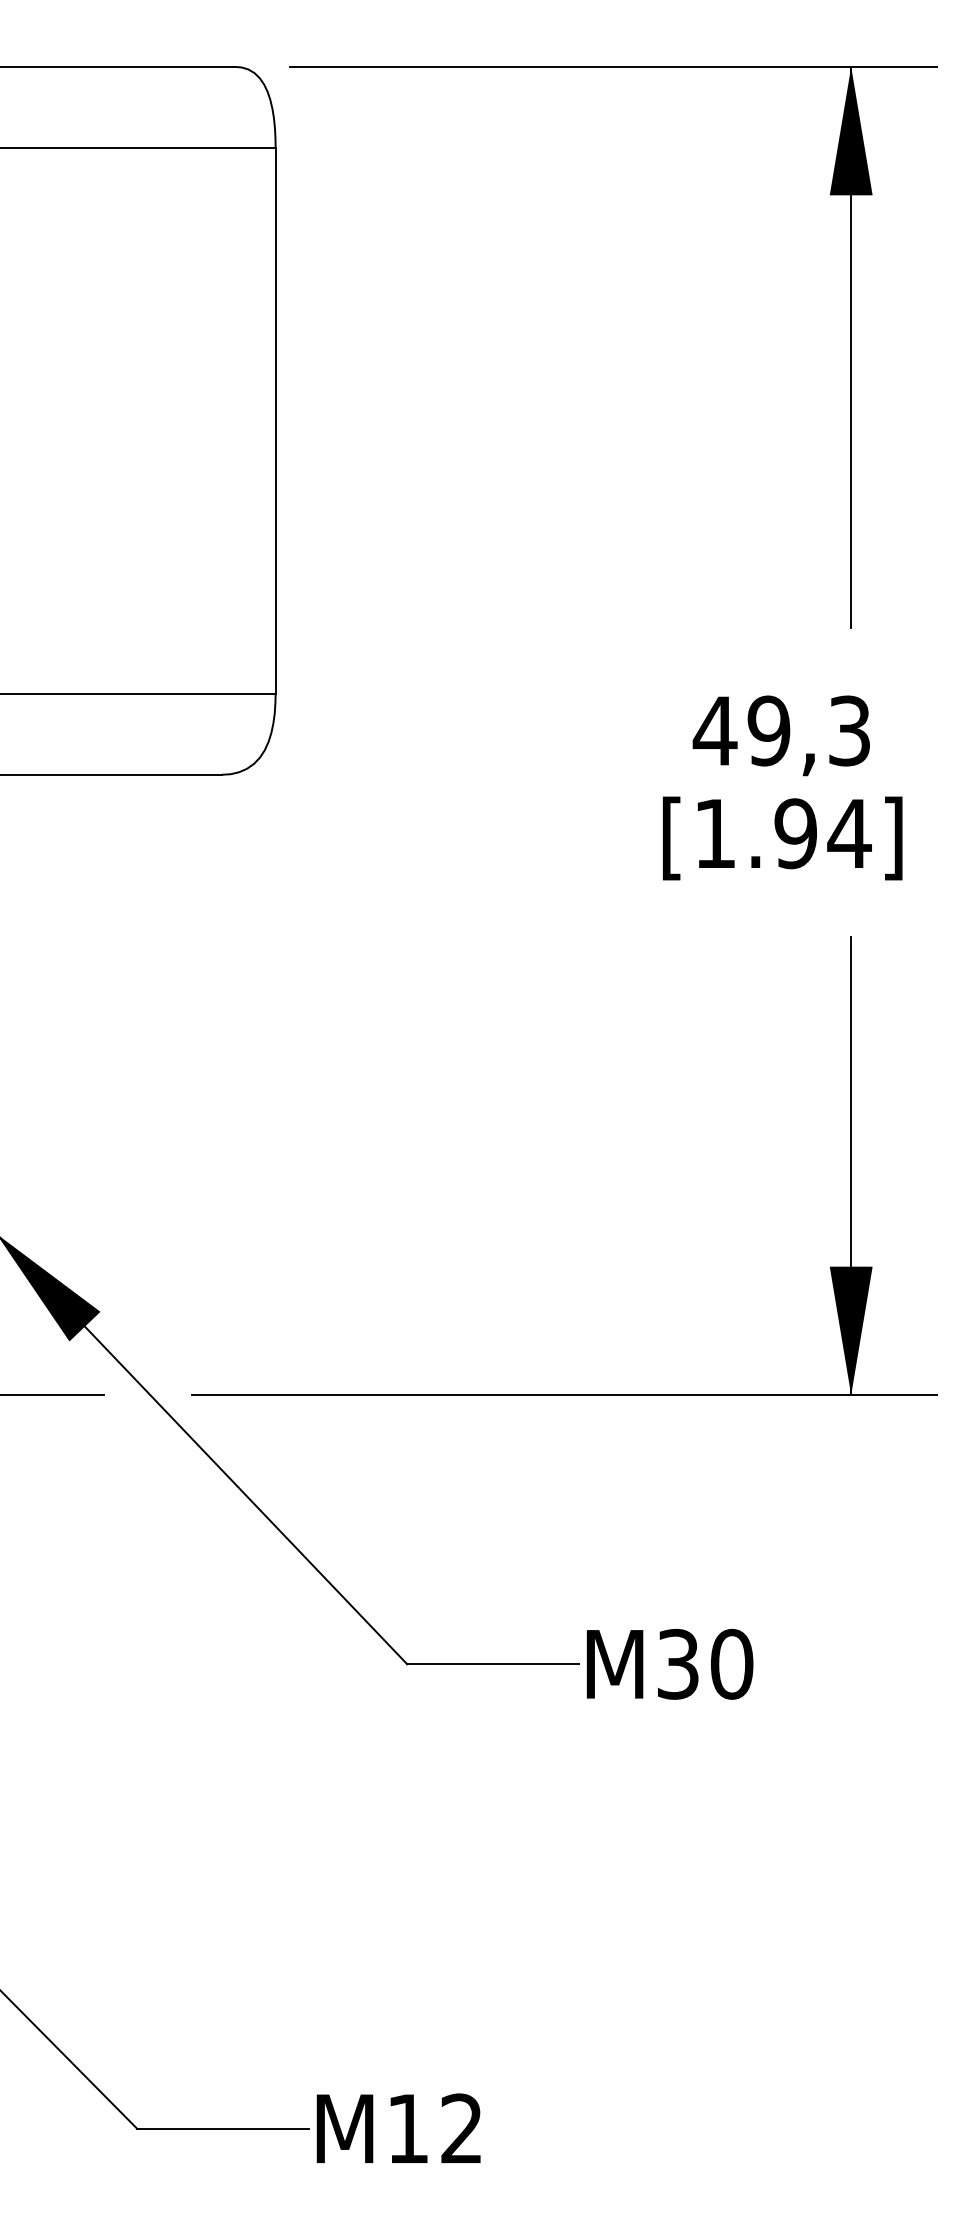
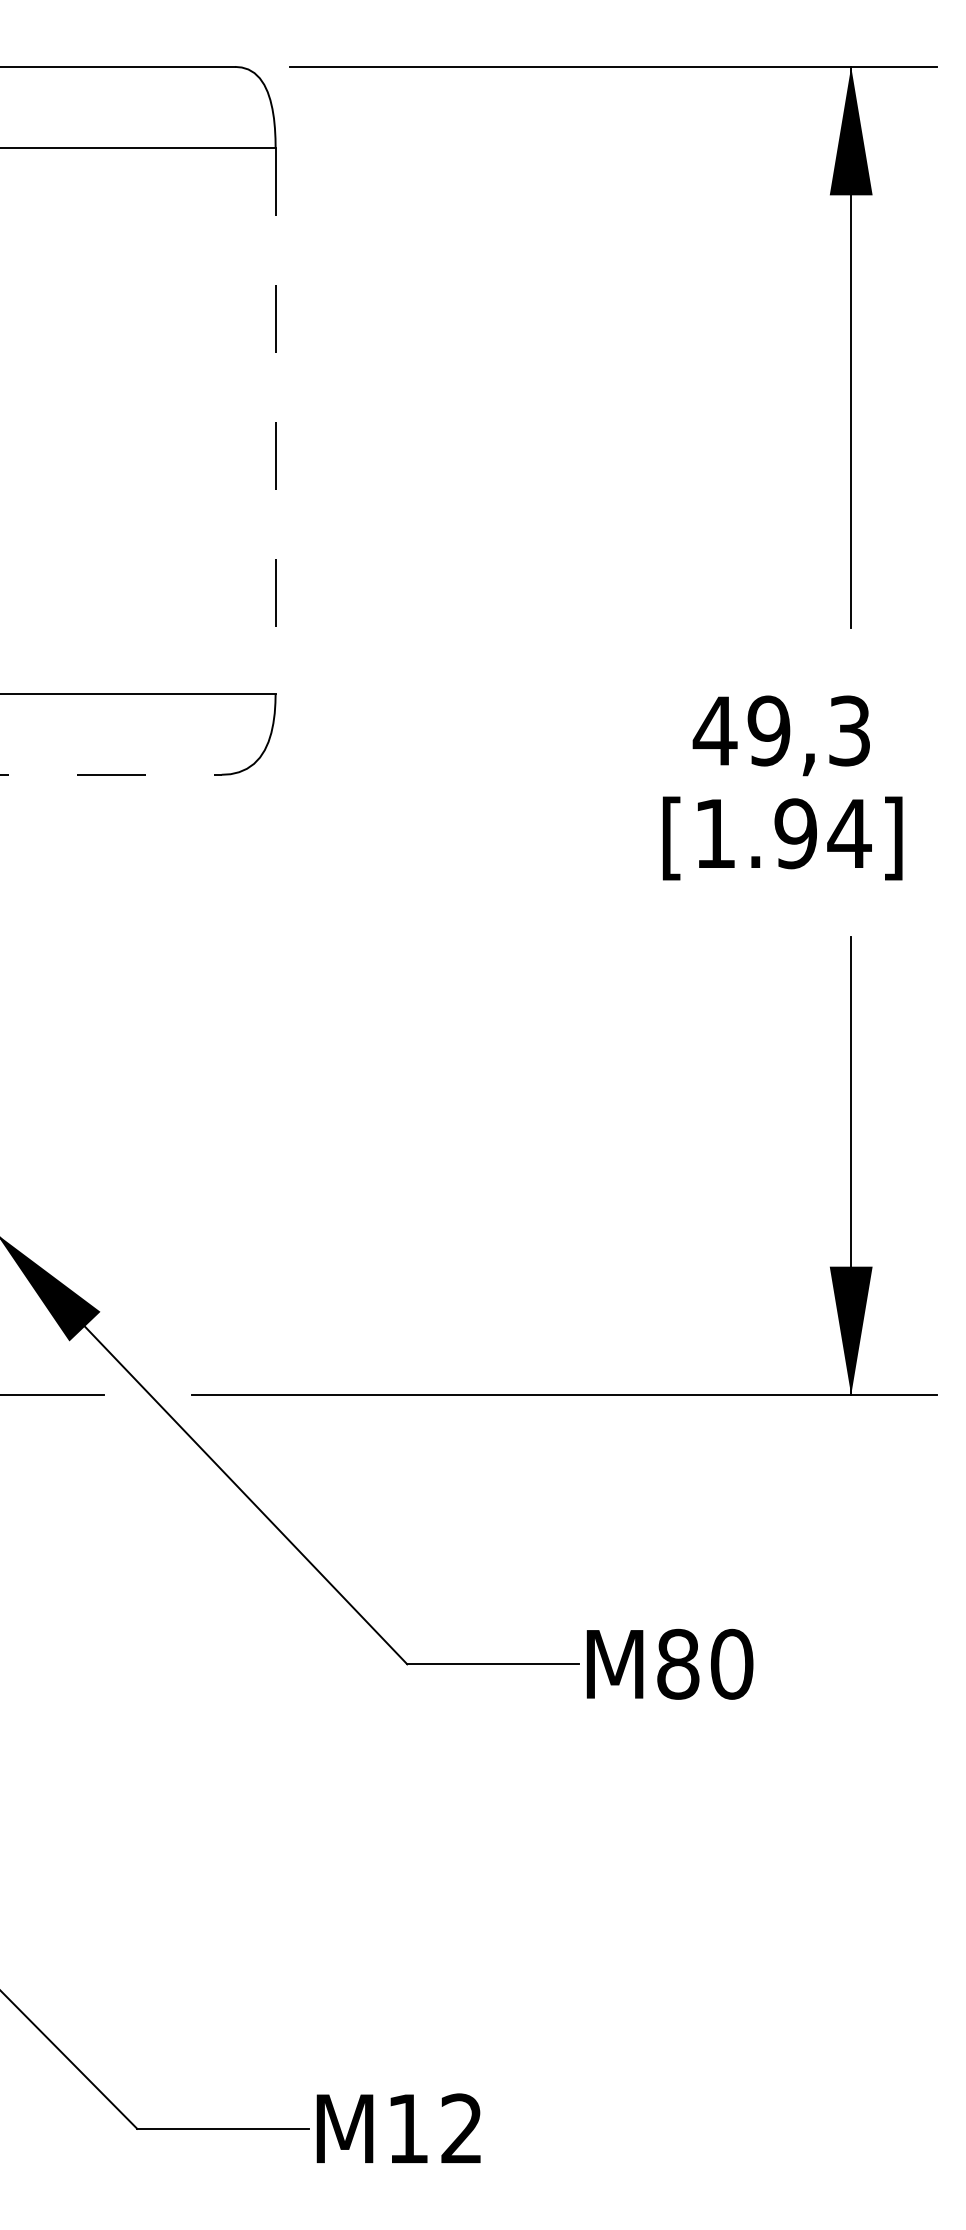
line at (275, 421): solid -> dashed
line at (111, 774): solid -> dashed
text at (678, 1663): M30 -> M80
